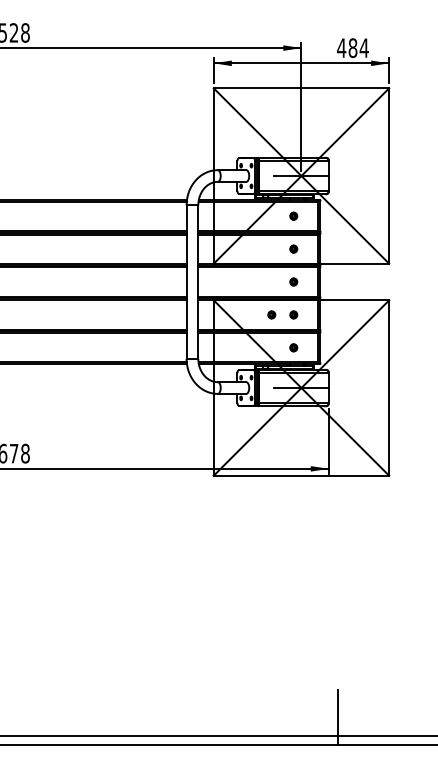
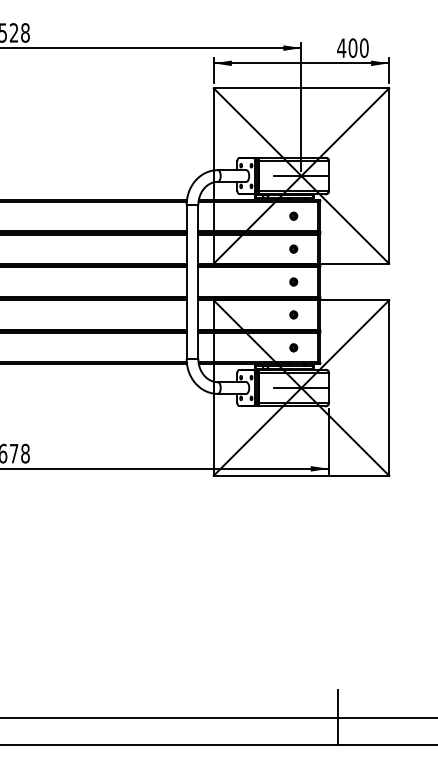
text at (358, 47): 484 -> 400
part at (271, 314): present -> none
line at (218, 735) position: (218, 735) -> (218, 717)
